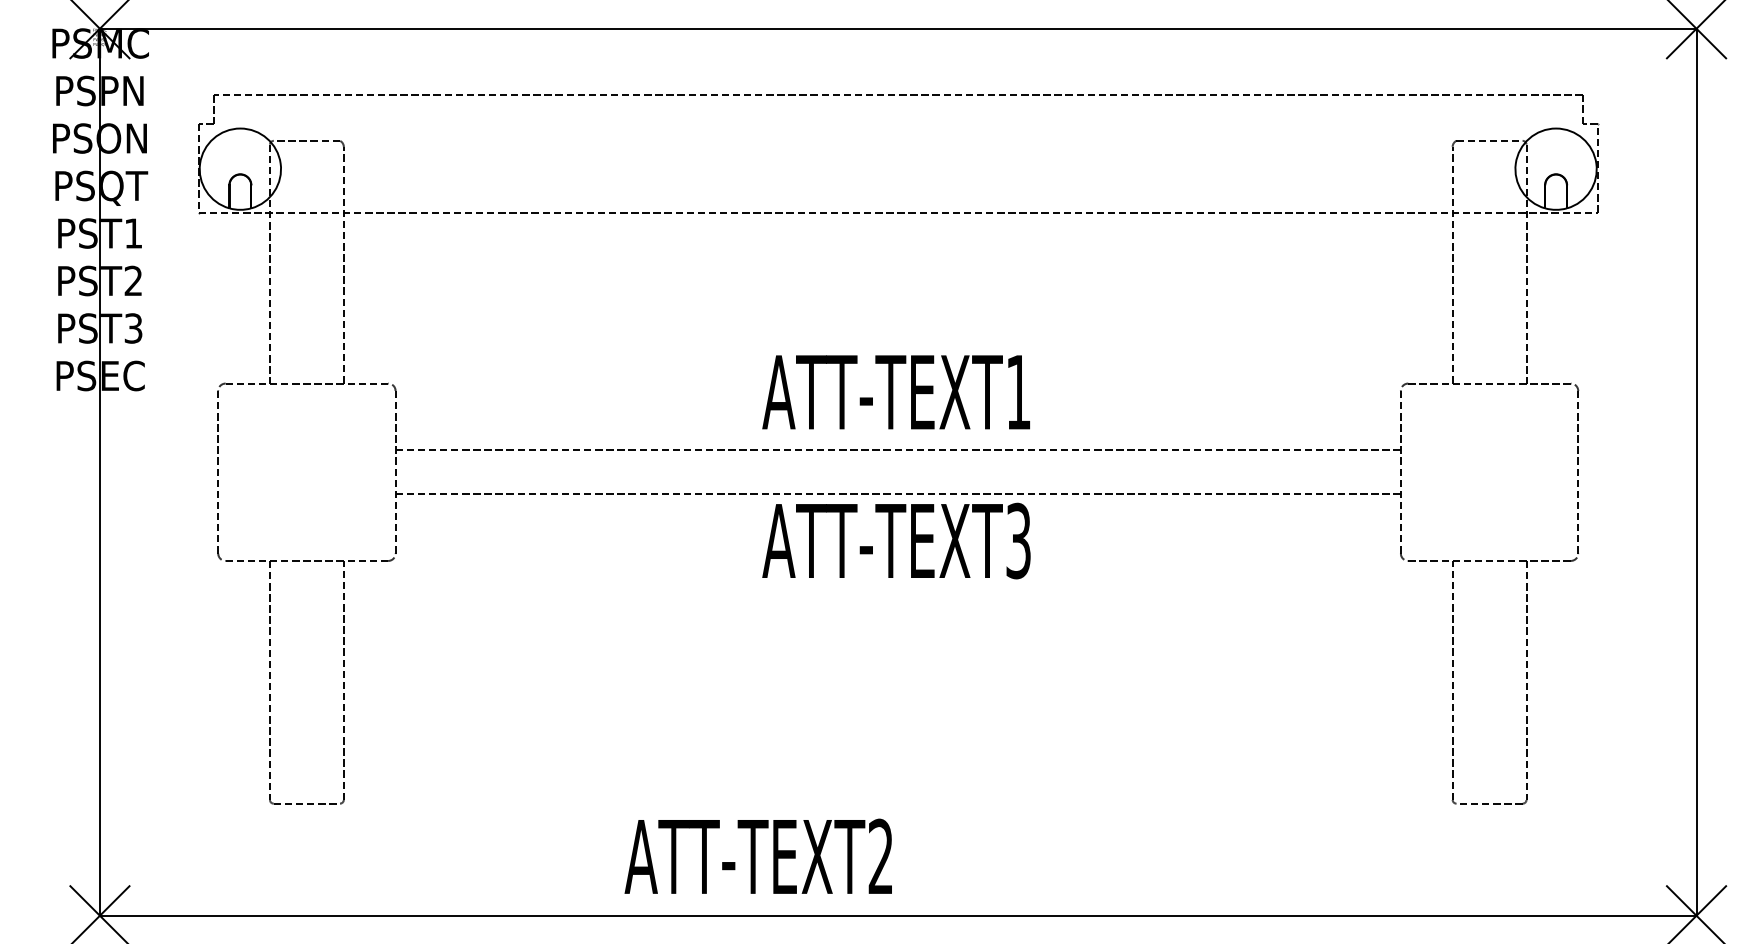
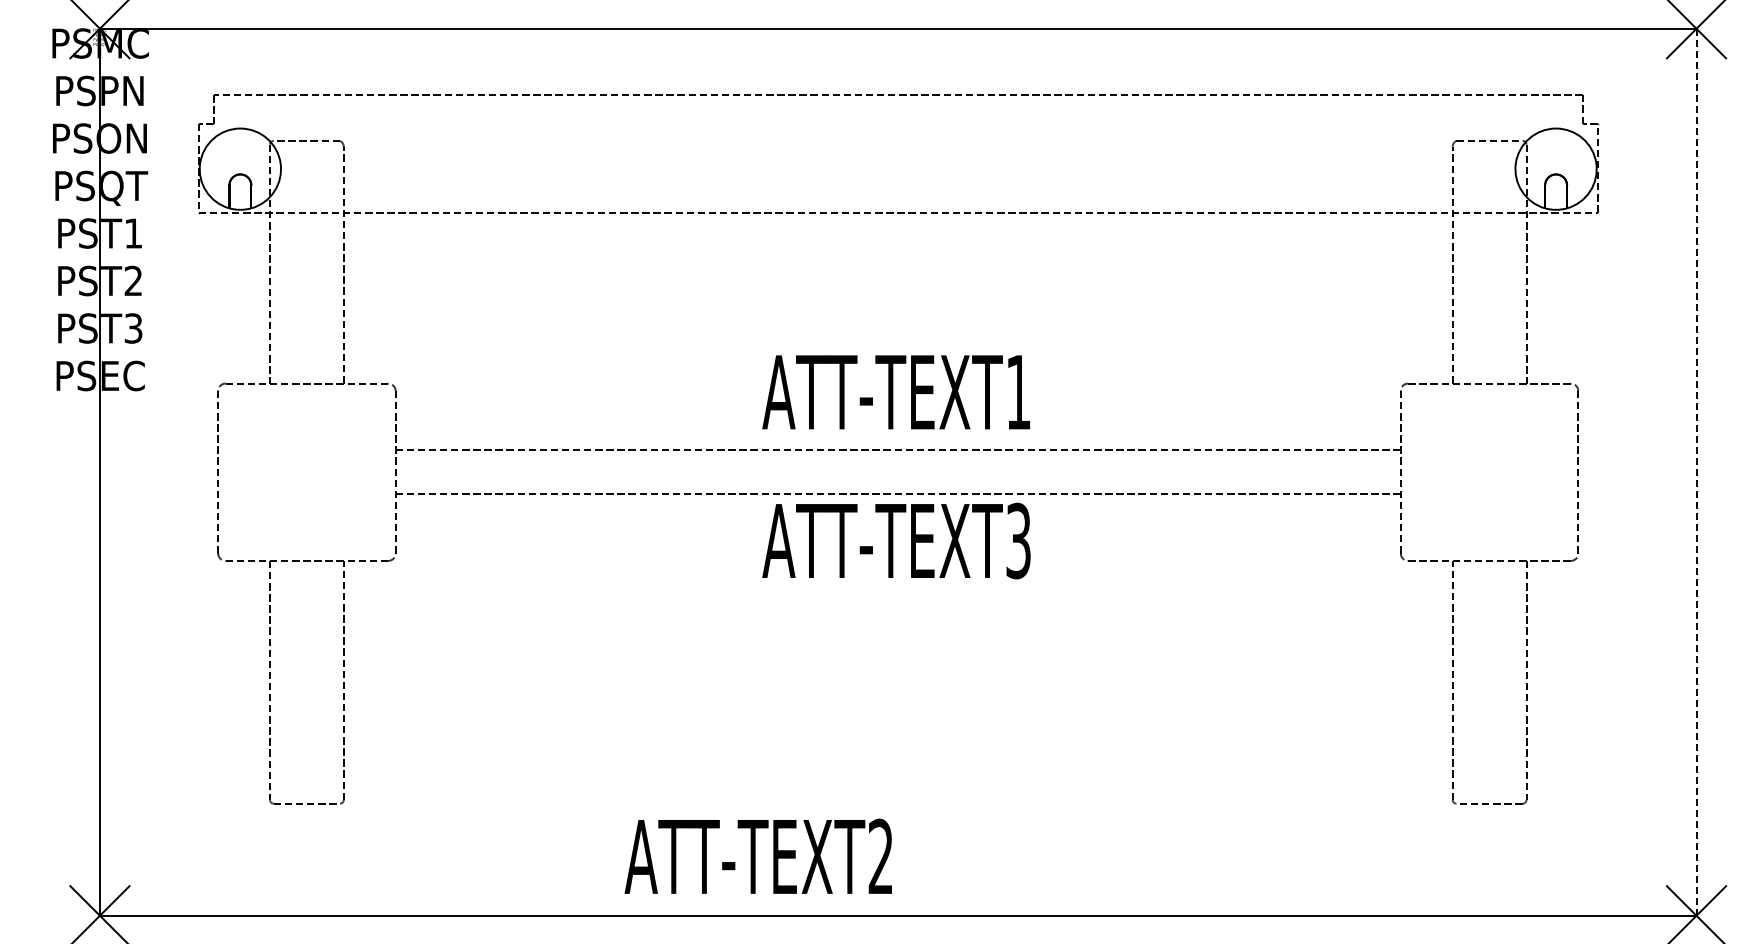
line at (1696, 472): solid -> dashed
